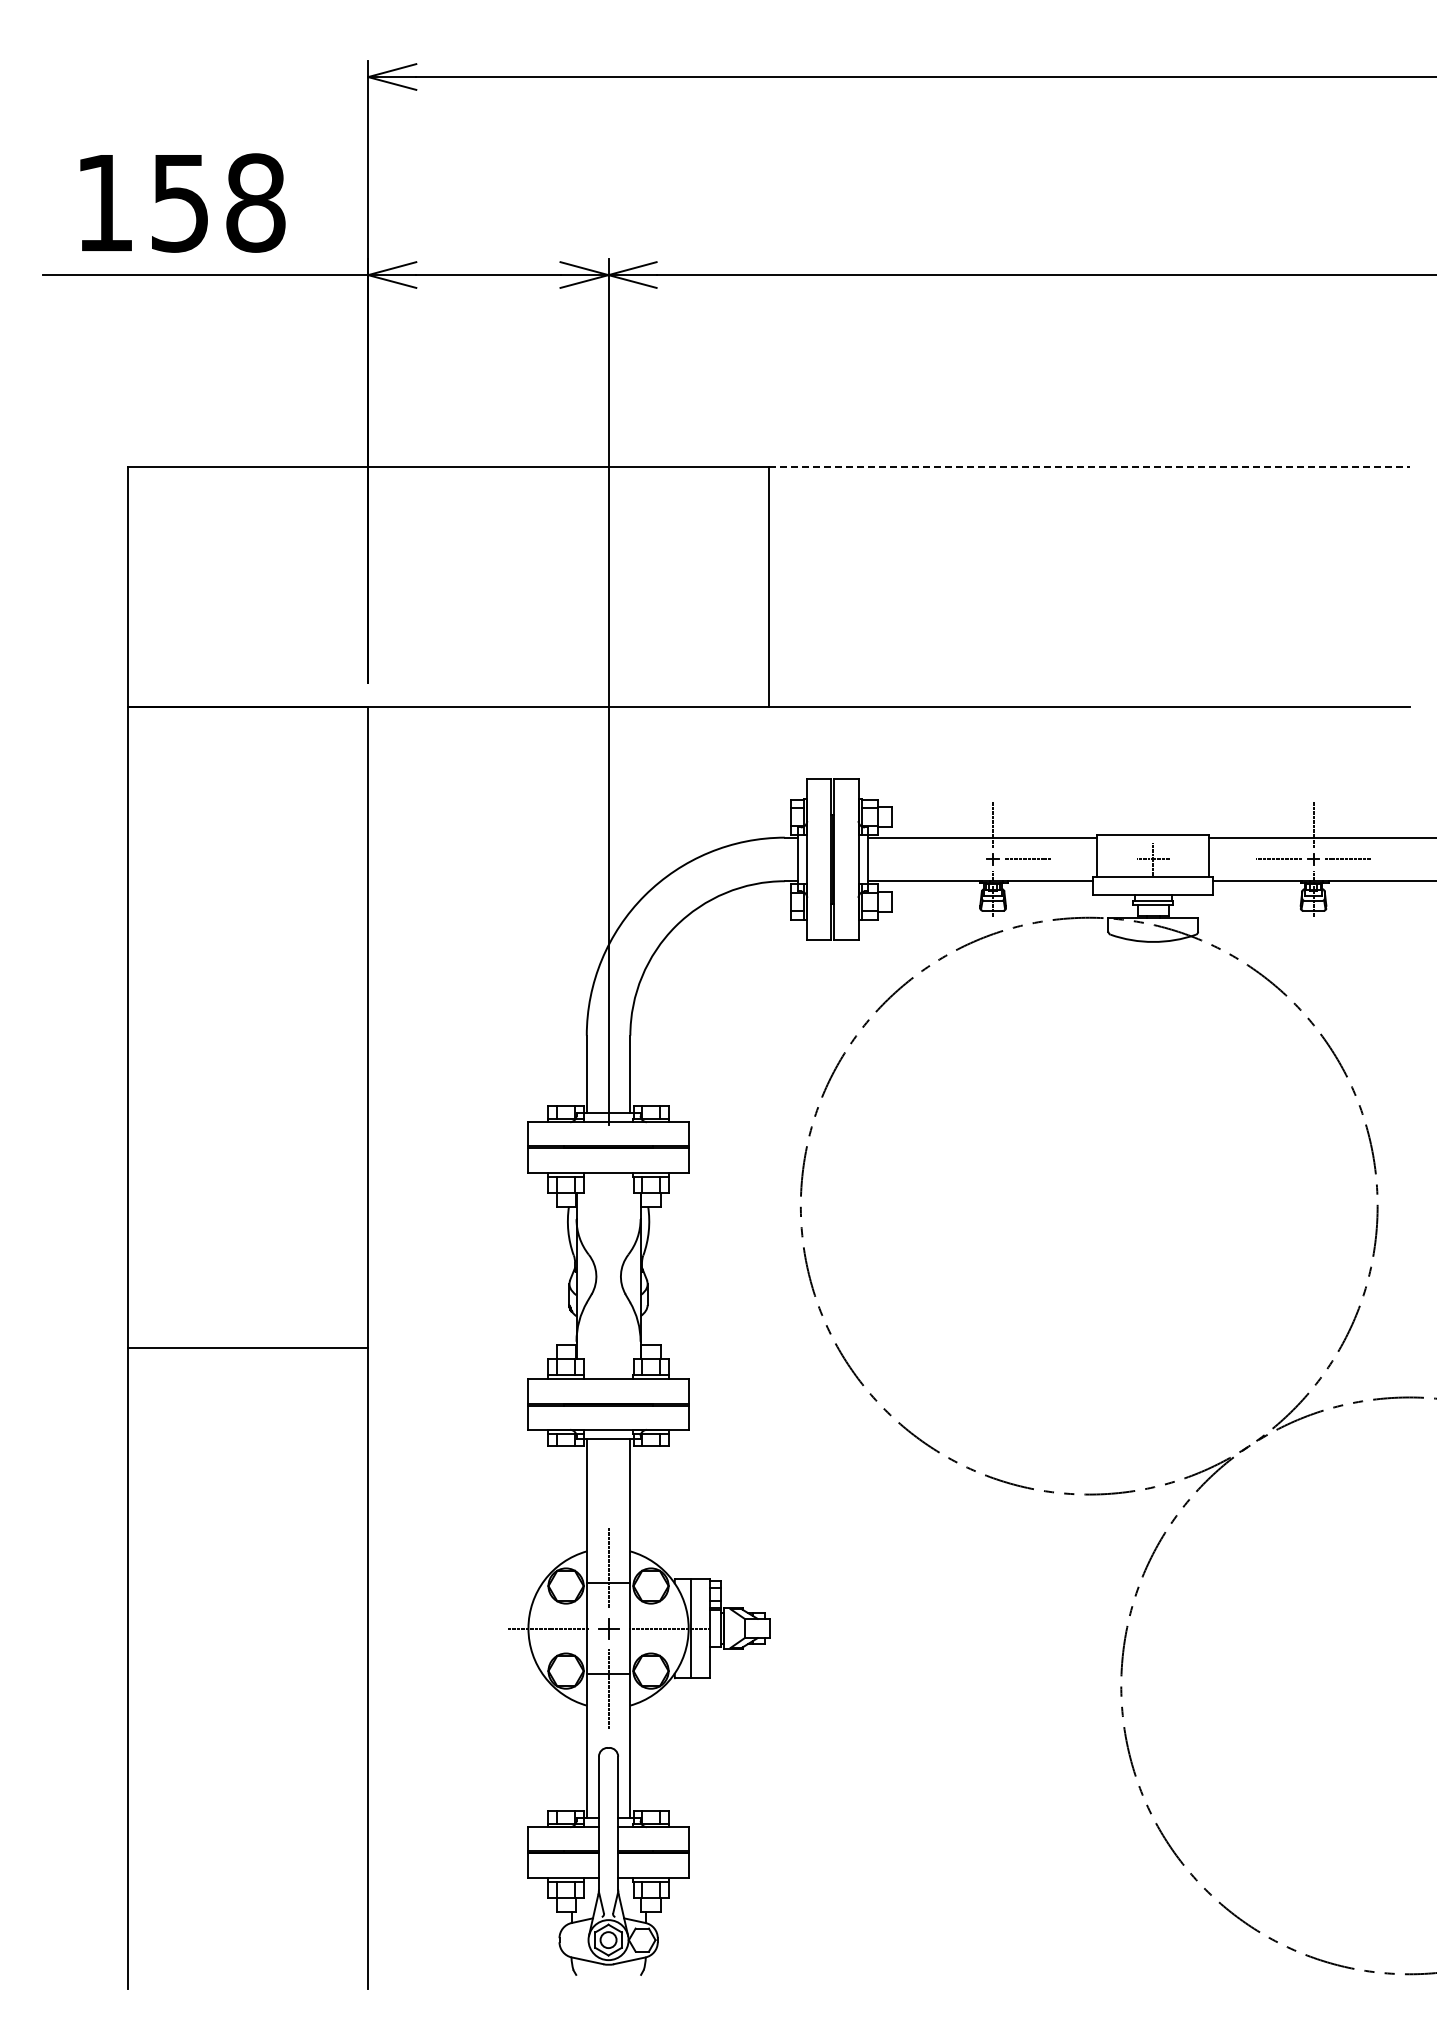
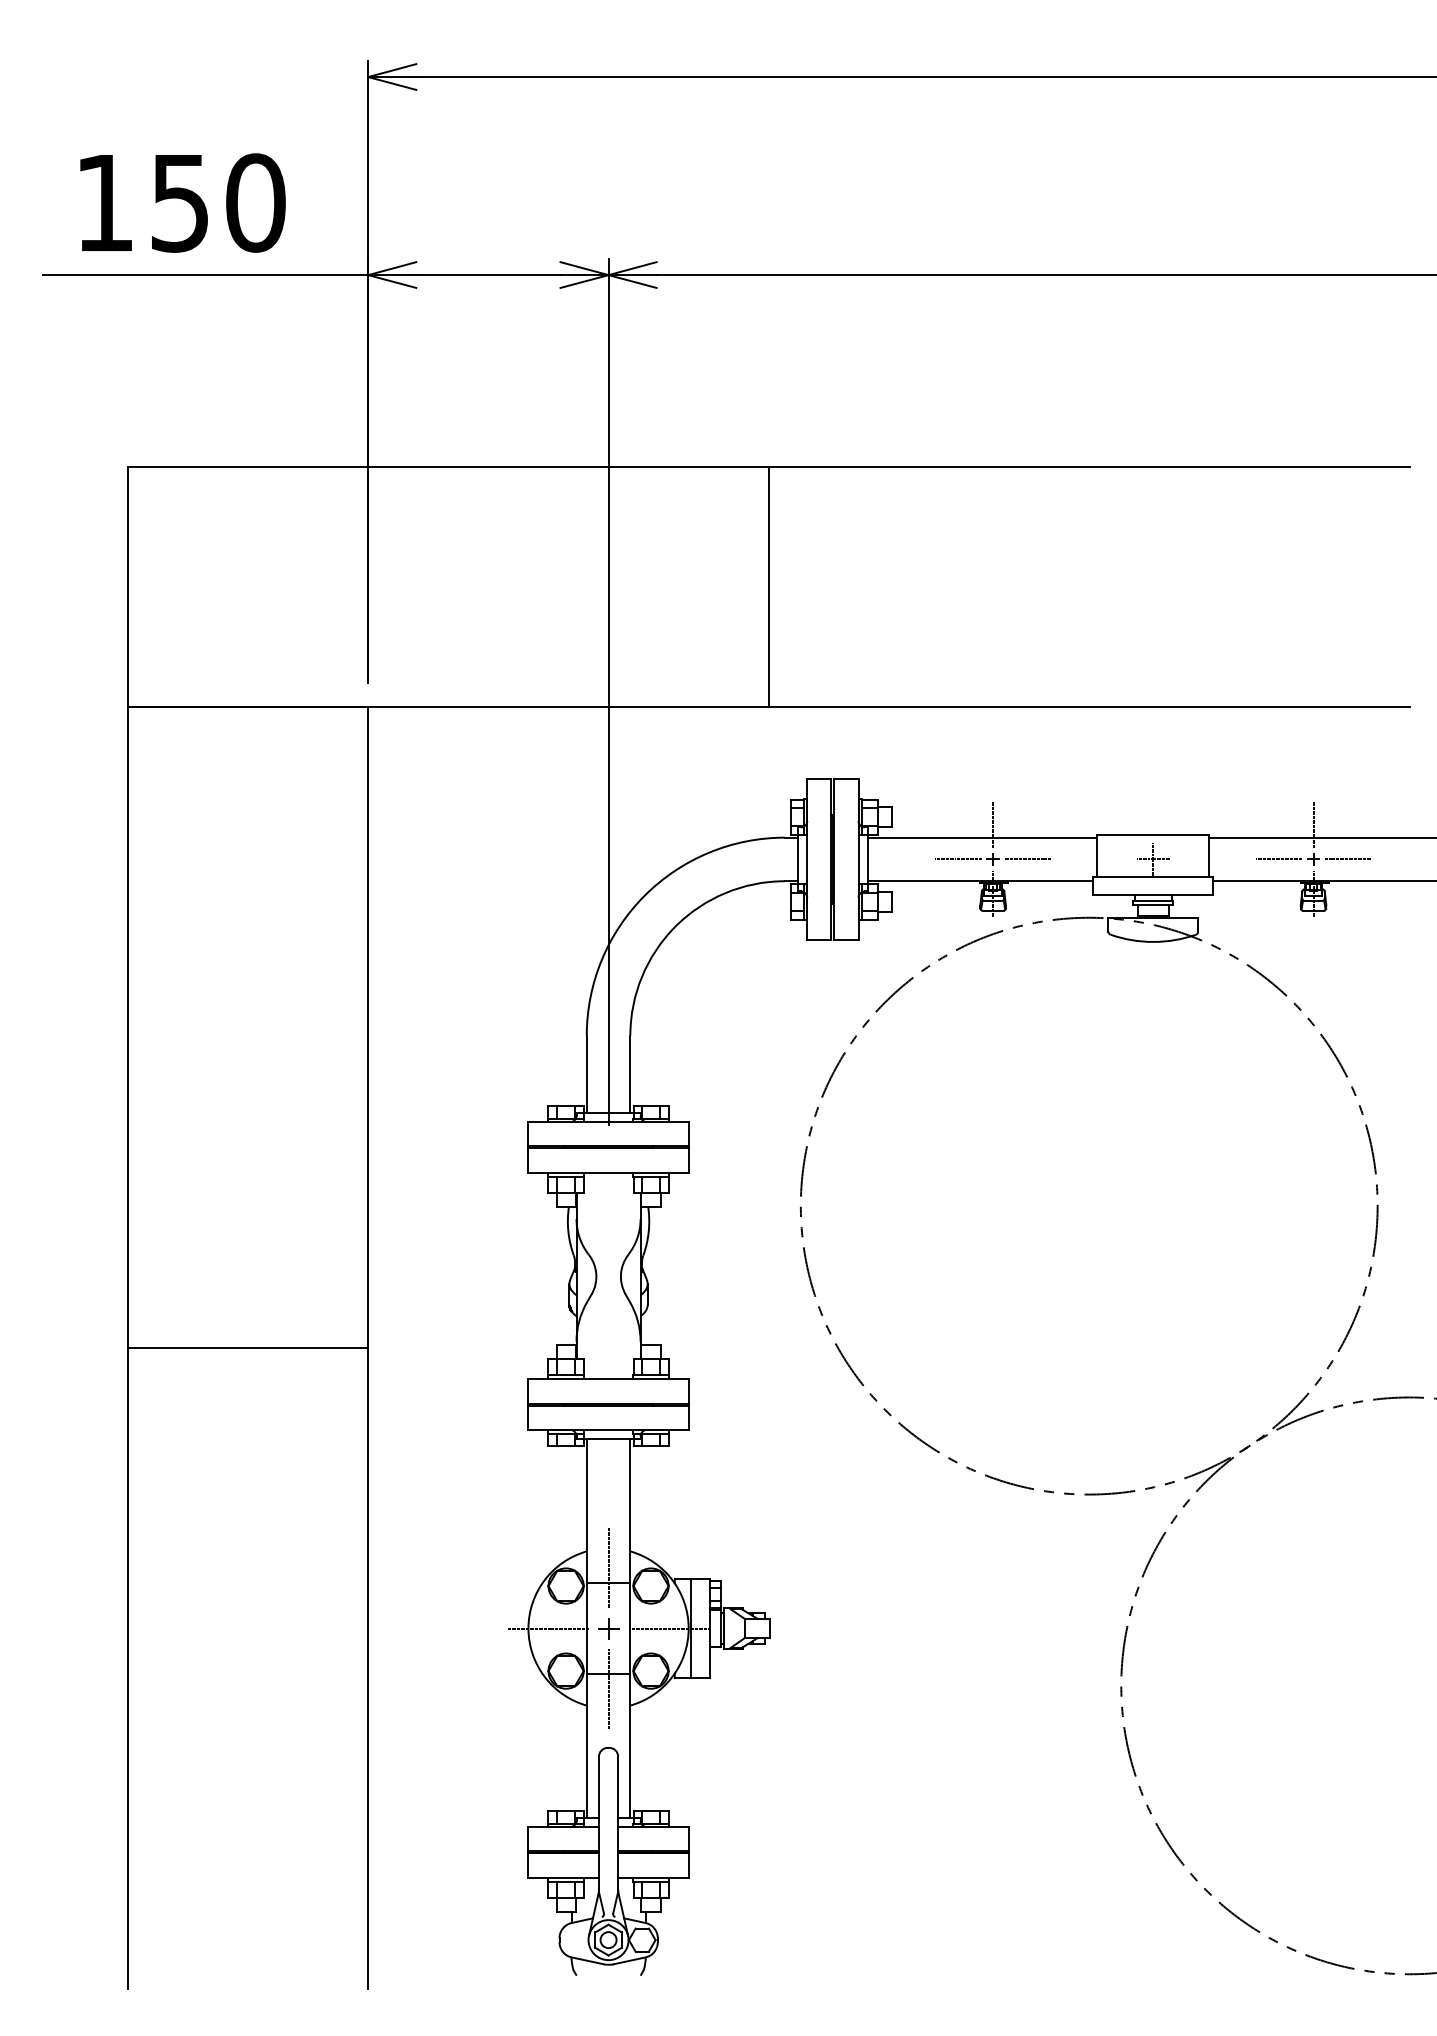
text at (255, 202): 158 -> 150
line at (1089, 466): dashed -> solid
line at (958, 859): none -> present
